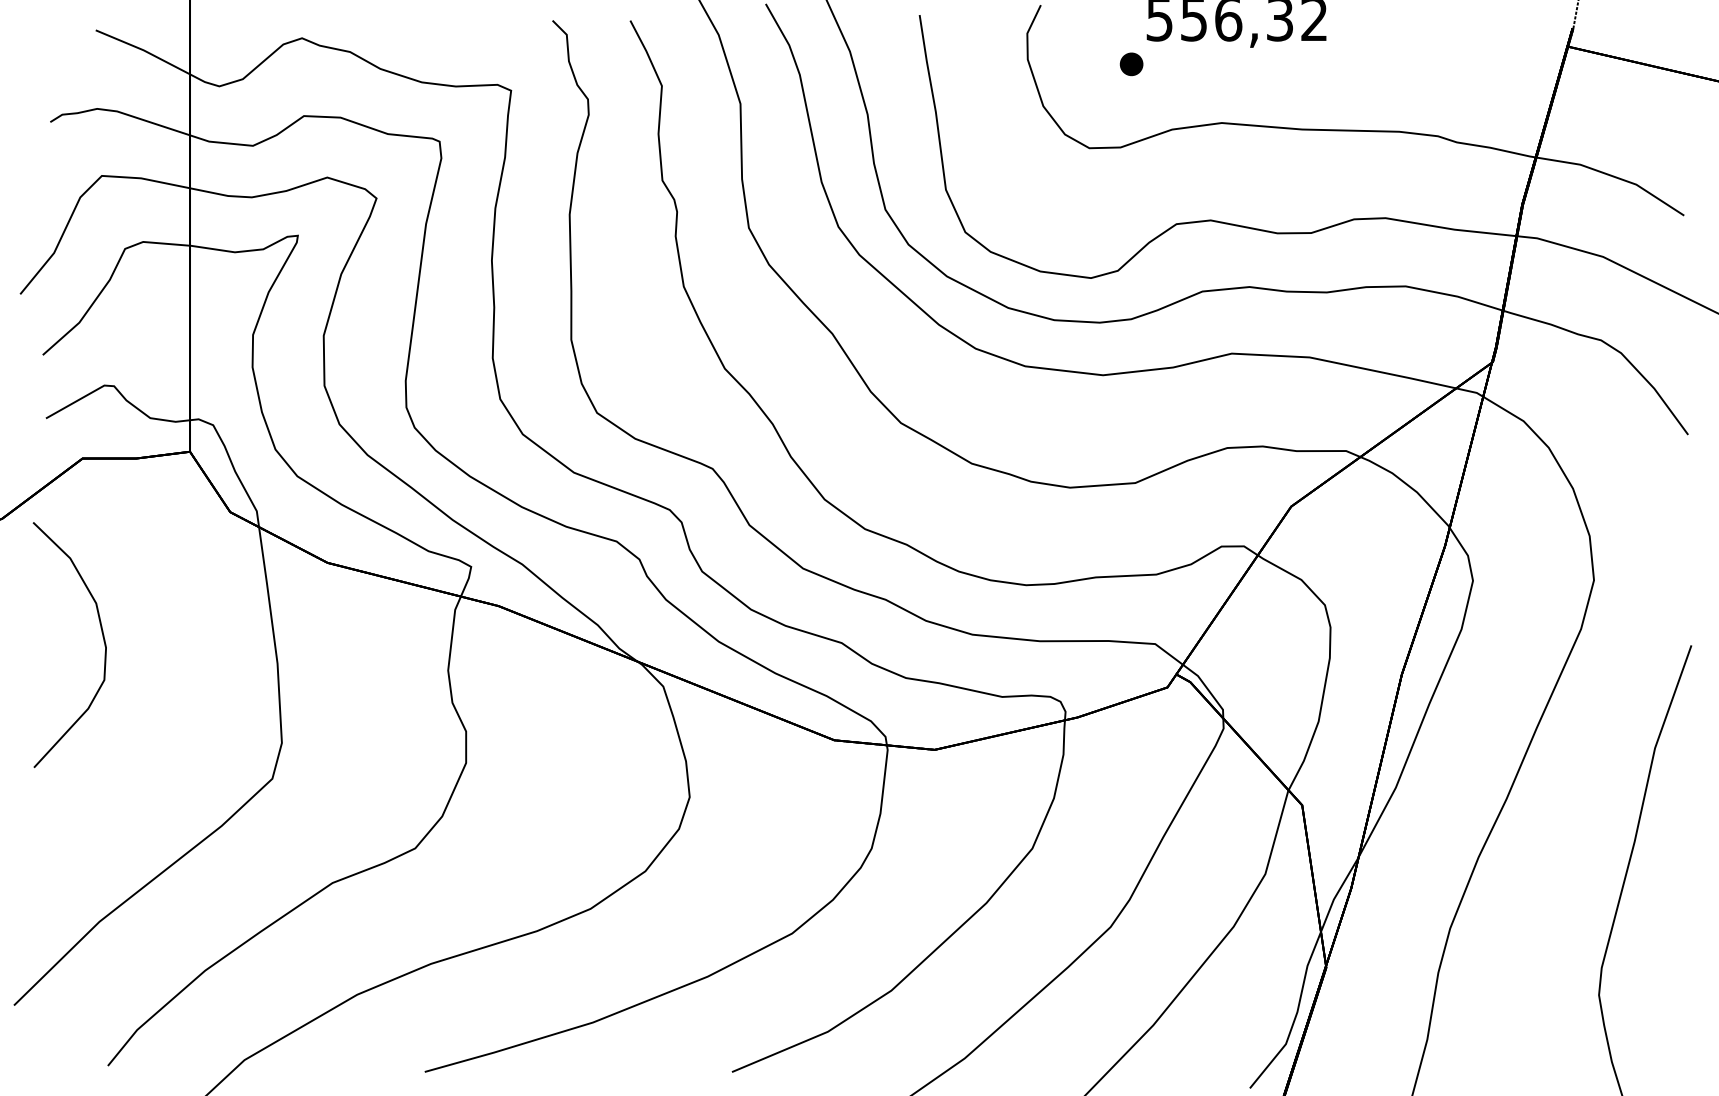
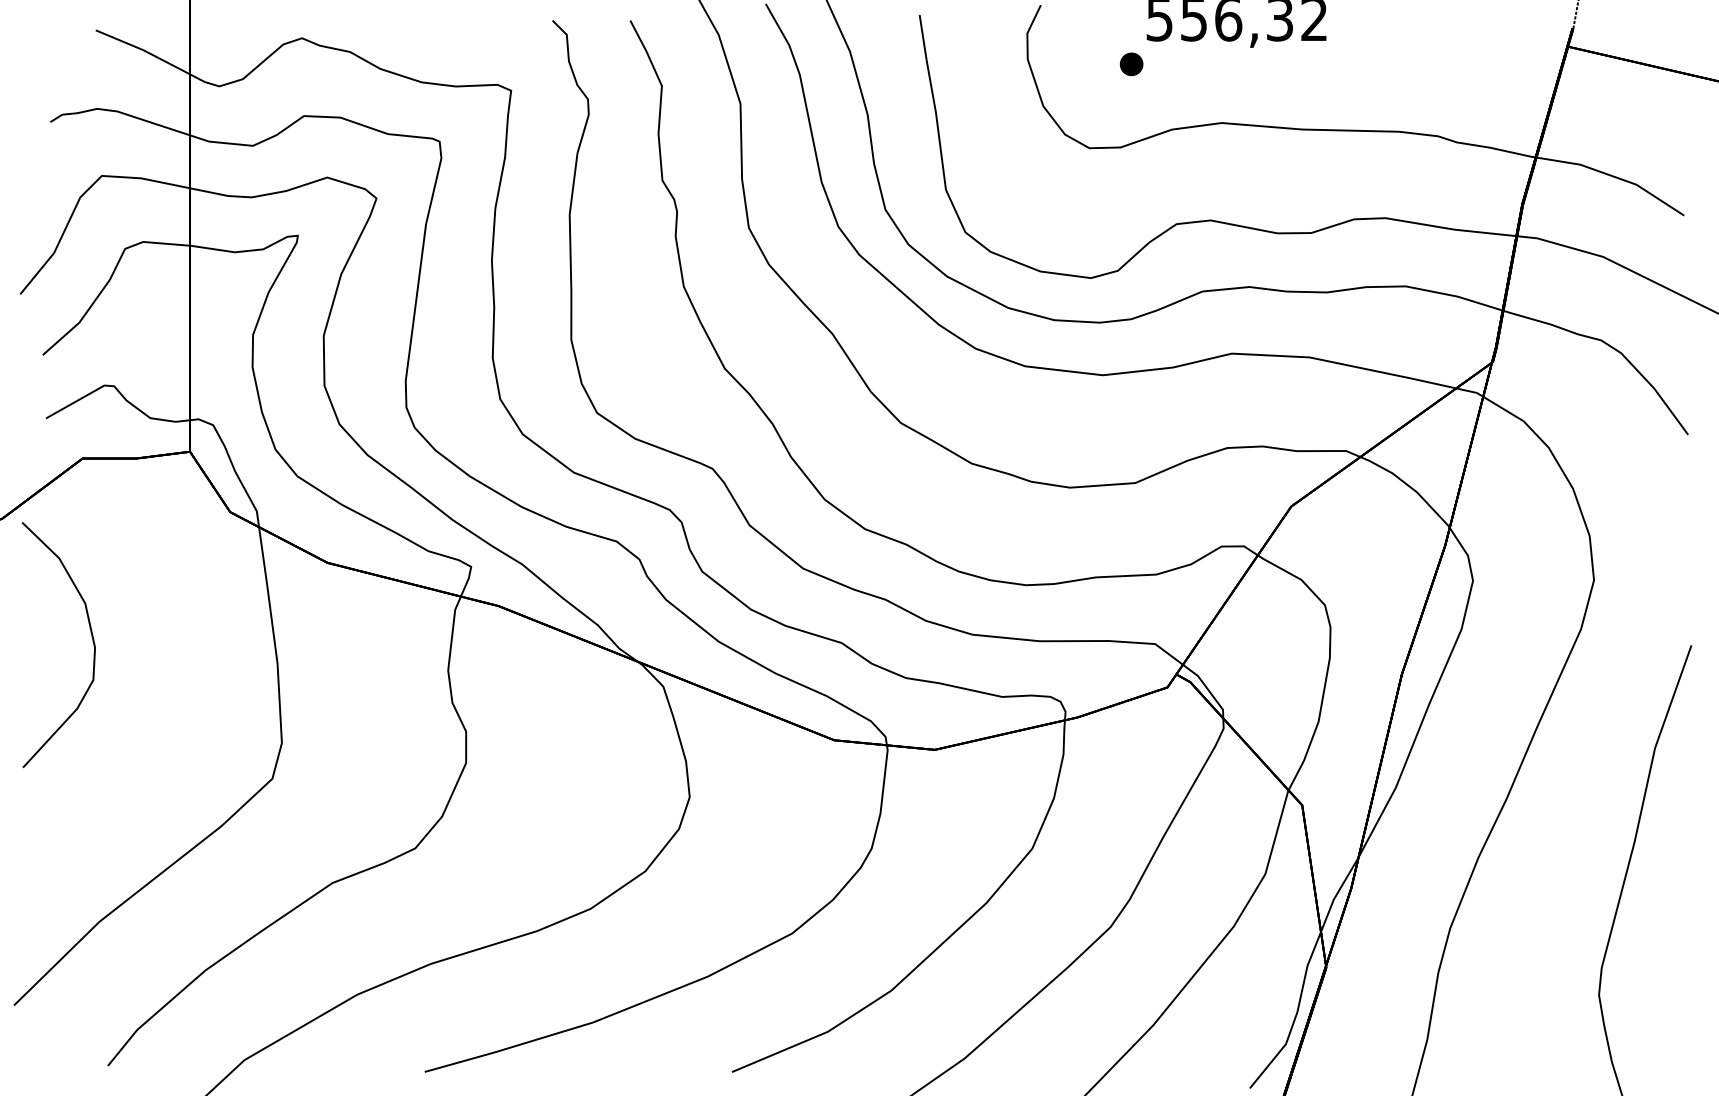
part at (102, 637) position: (102, 637) -> (91, 637)
